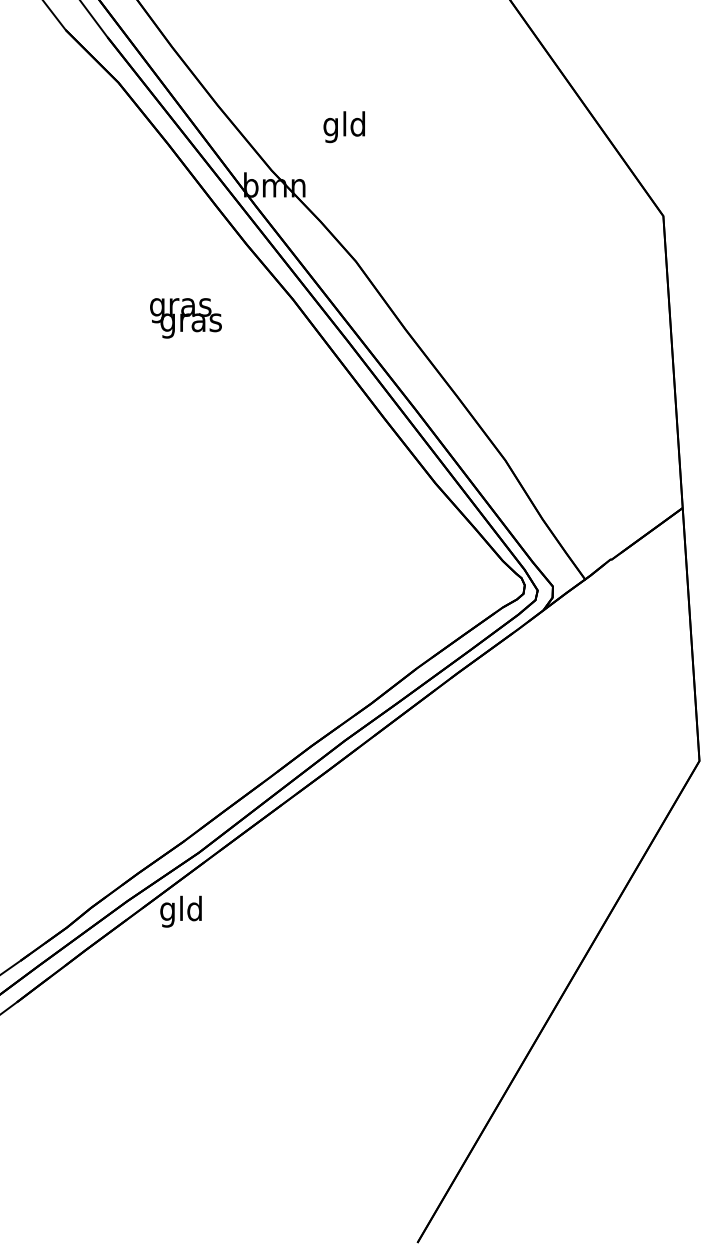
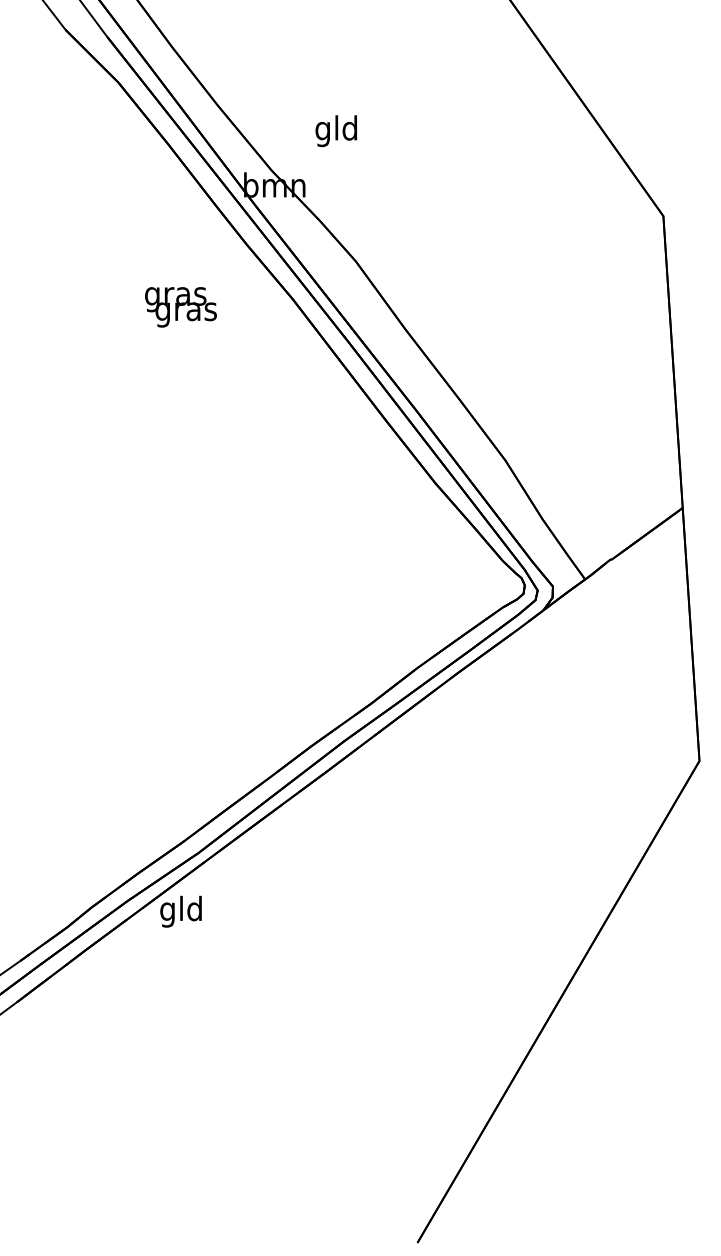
text at (343, 127) position: (343, 127) -> (335, 131)
text at (185, 318) position: (185, 318) -> (180, 307)
